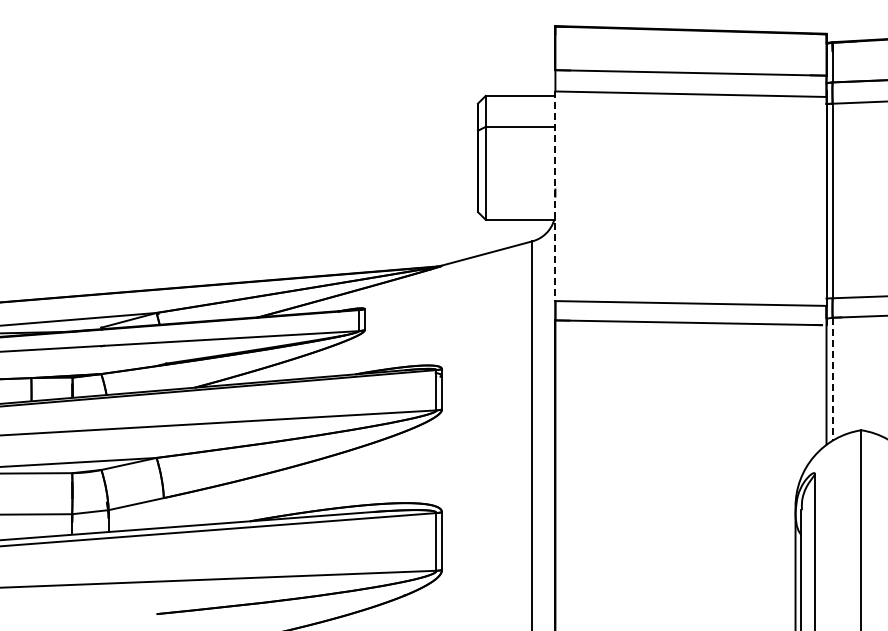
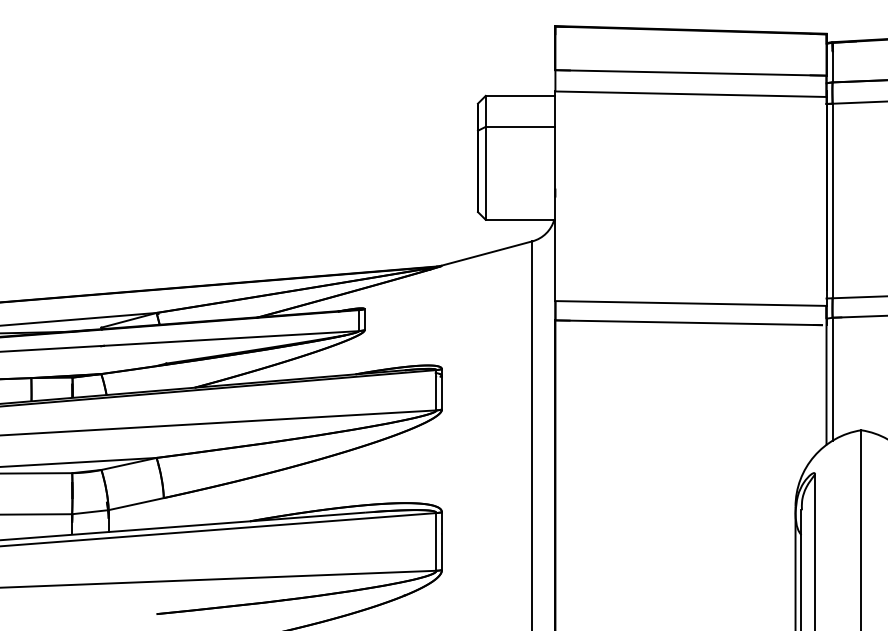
line at (555, 196): dashed -> solid
line at (832, 379): dashed -> solid
